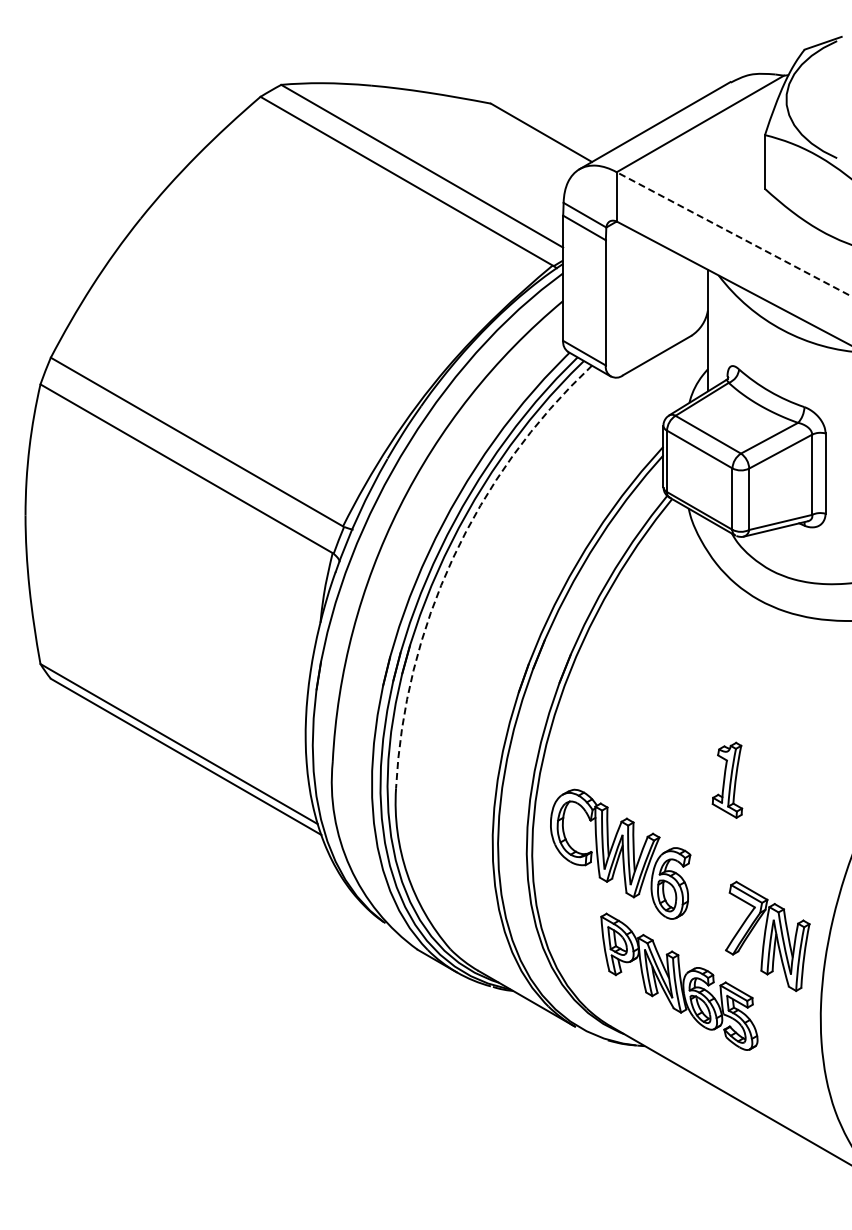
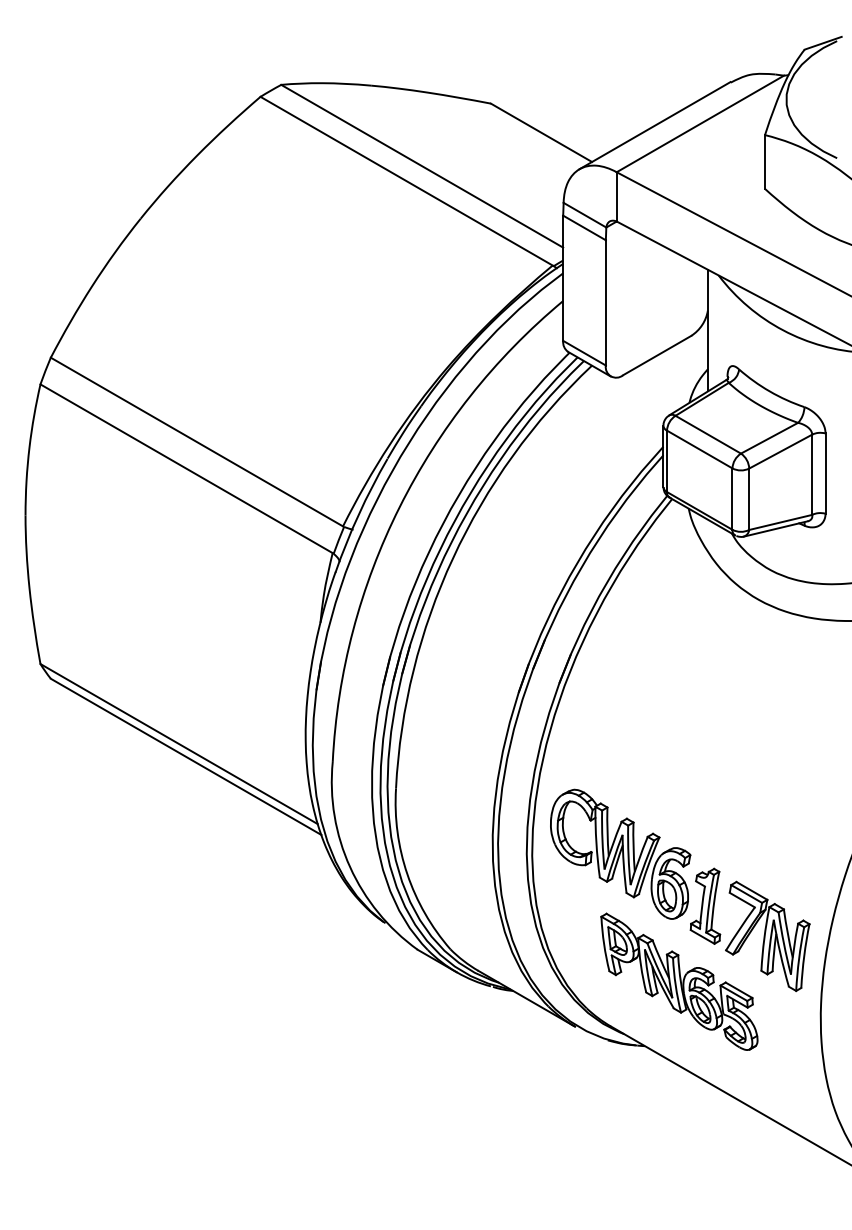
line at (734, 234): dashed -> solid
arc at (453, 558): dashed -> solid
part at (727, 779) position: (727, 779) -> (705, 905)
